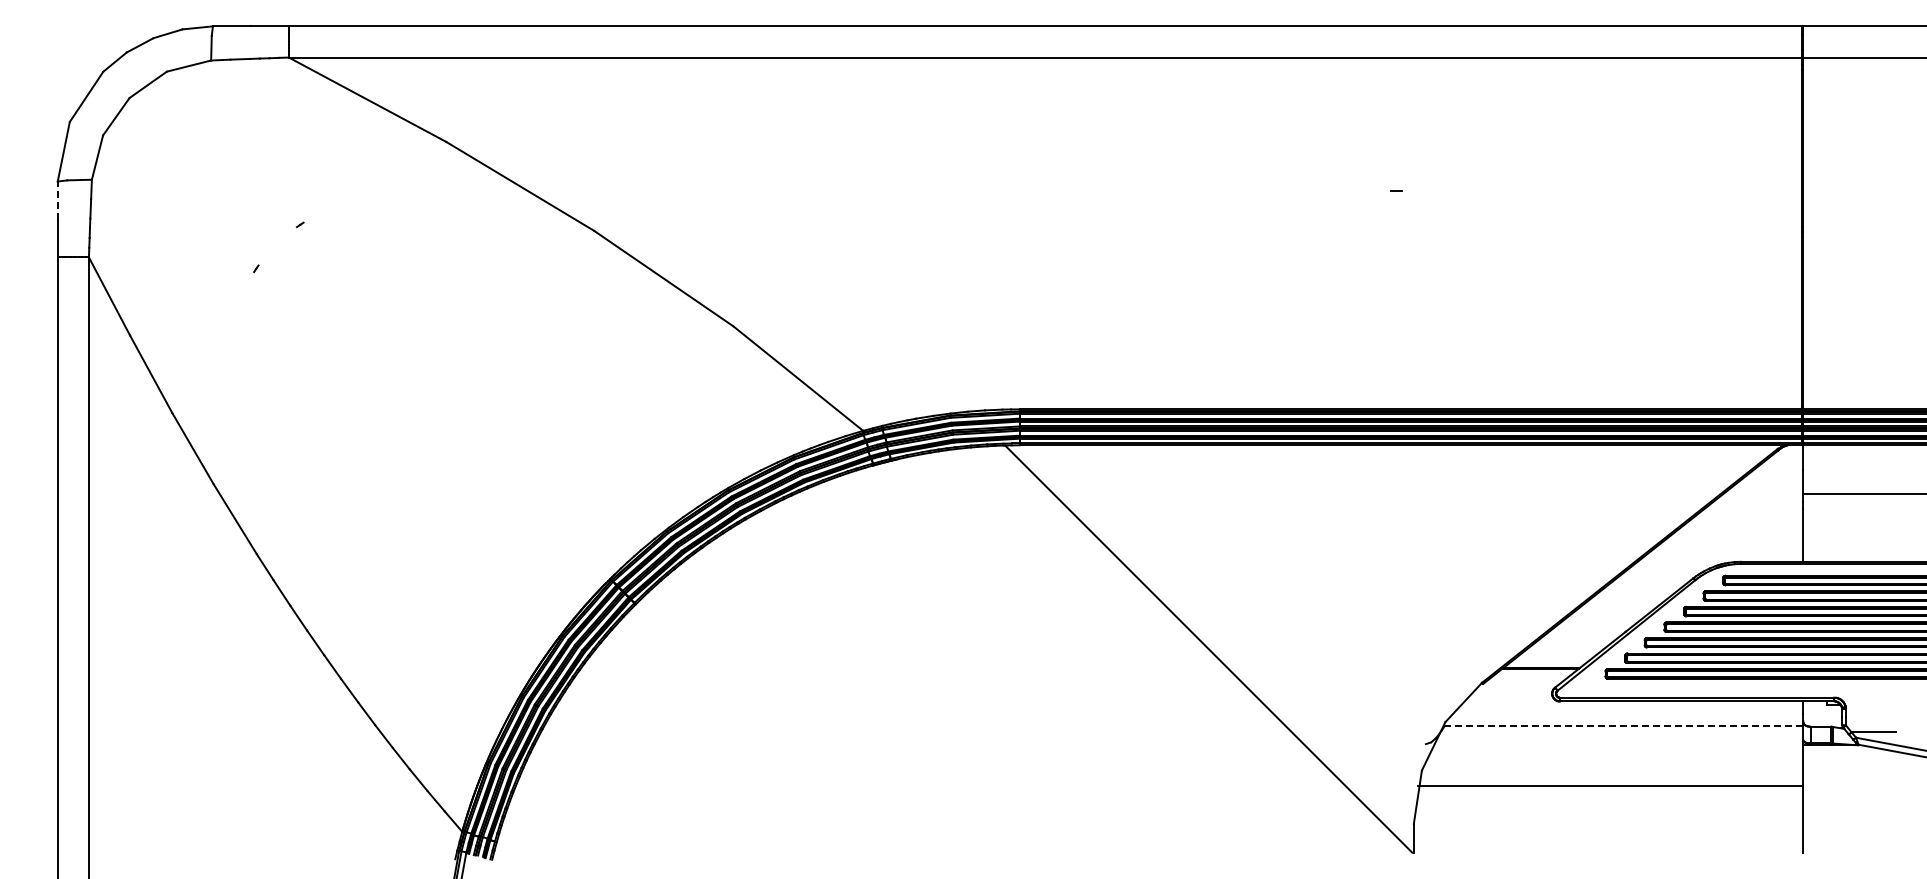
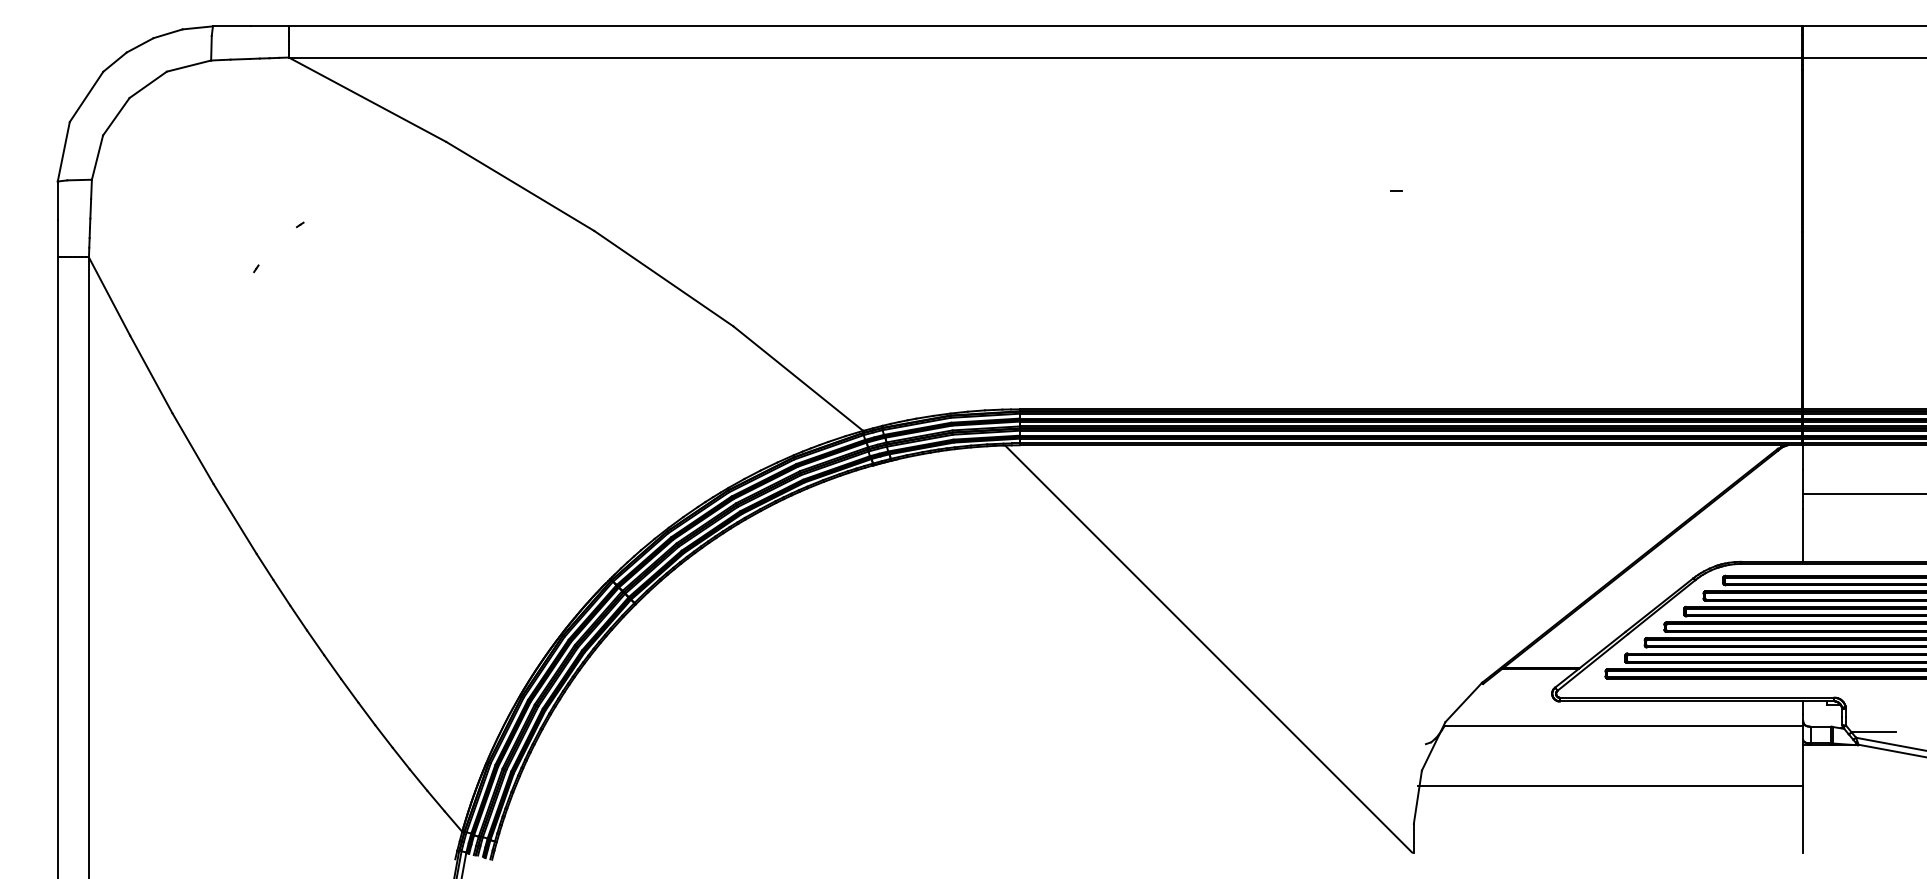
line at (57, 200): dashed -> solid
line at (1623, 726): dashed -> solid
